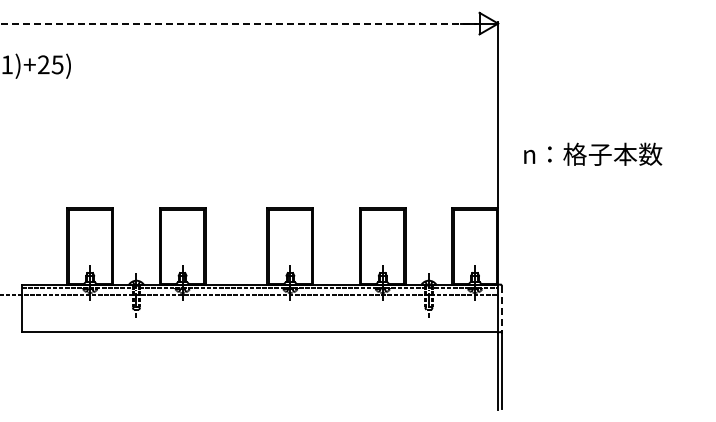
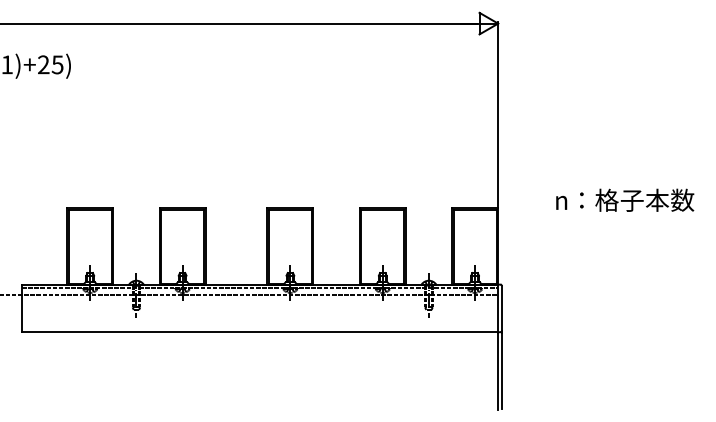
line at (238, 23): dashed -> solid
text at (593, 153) position: (593, 153) -> (625, 199)
line at (502, 308): dashed -> solid
